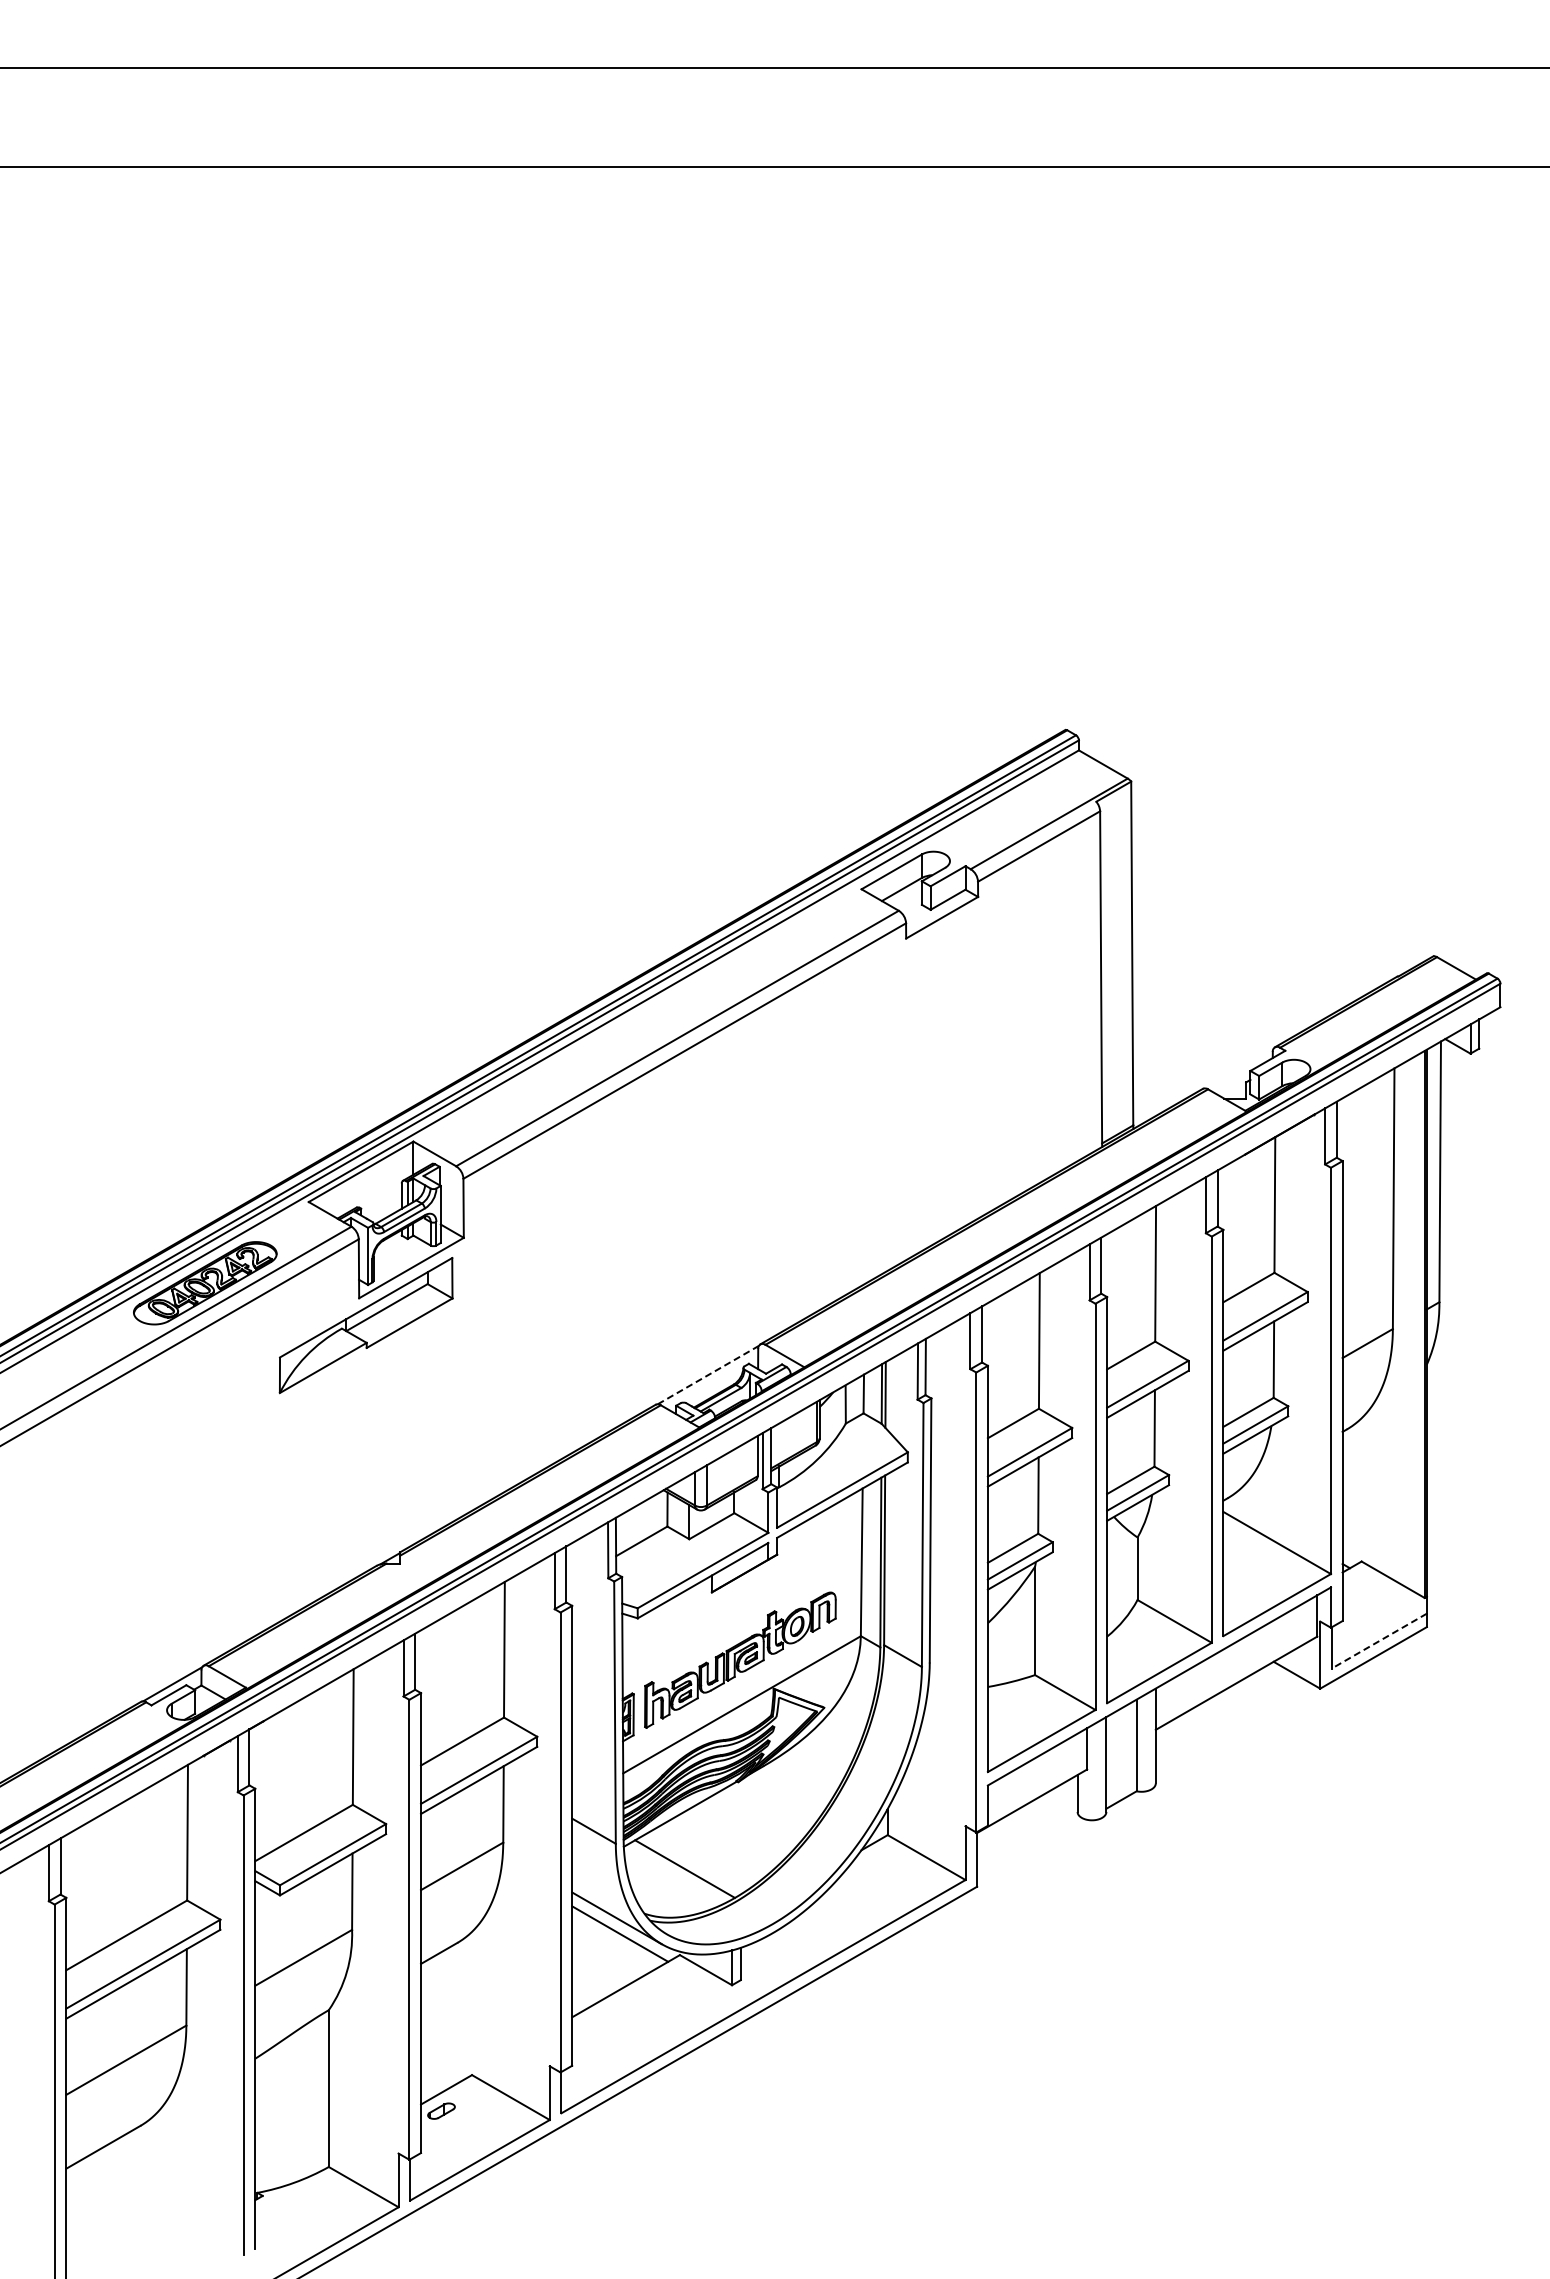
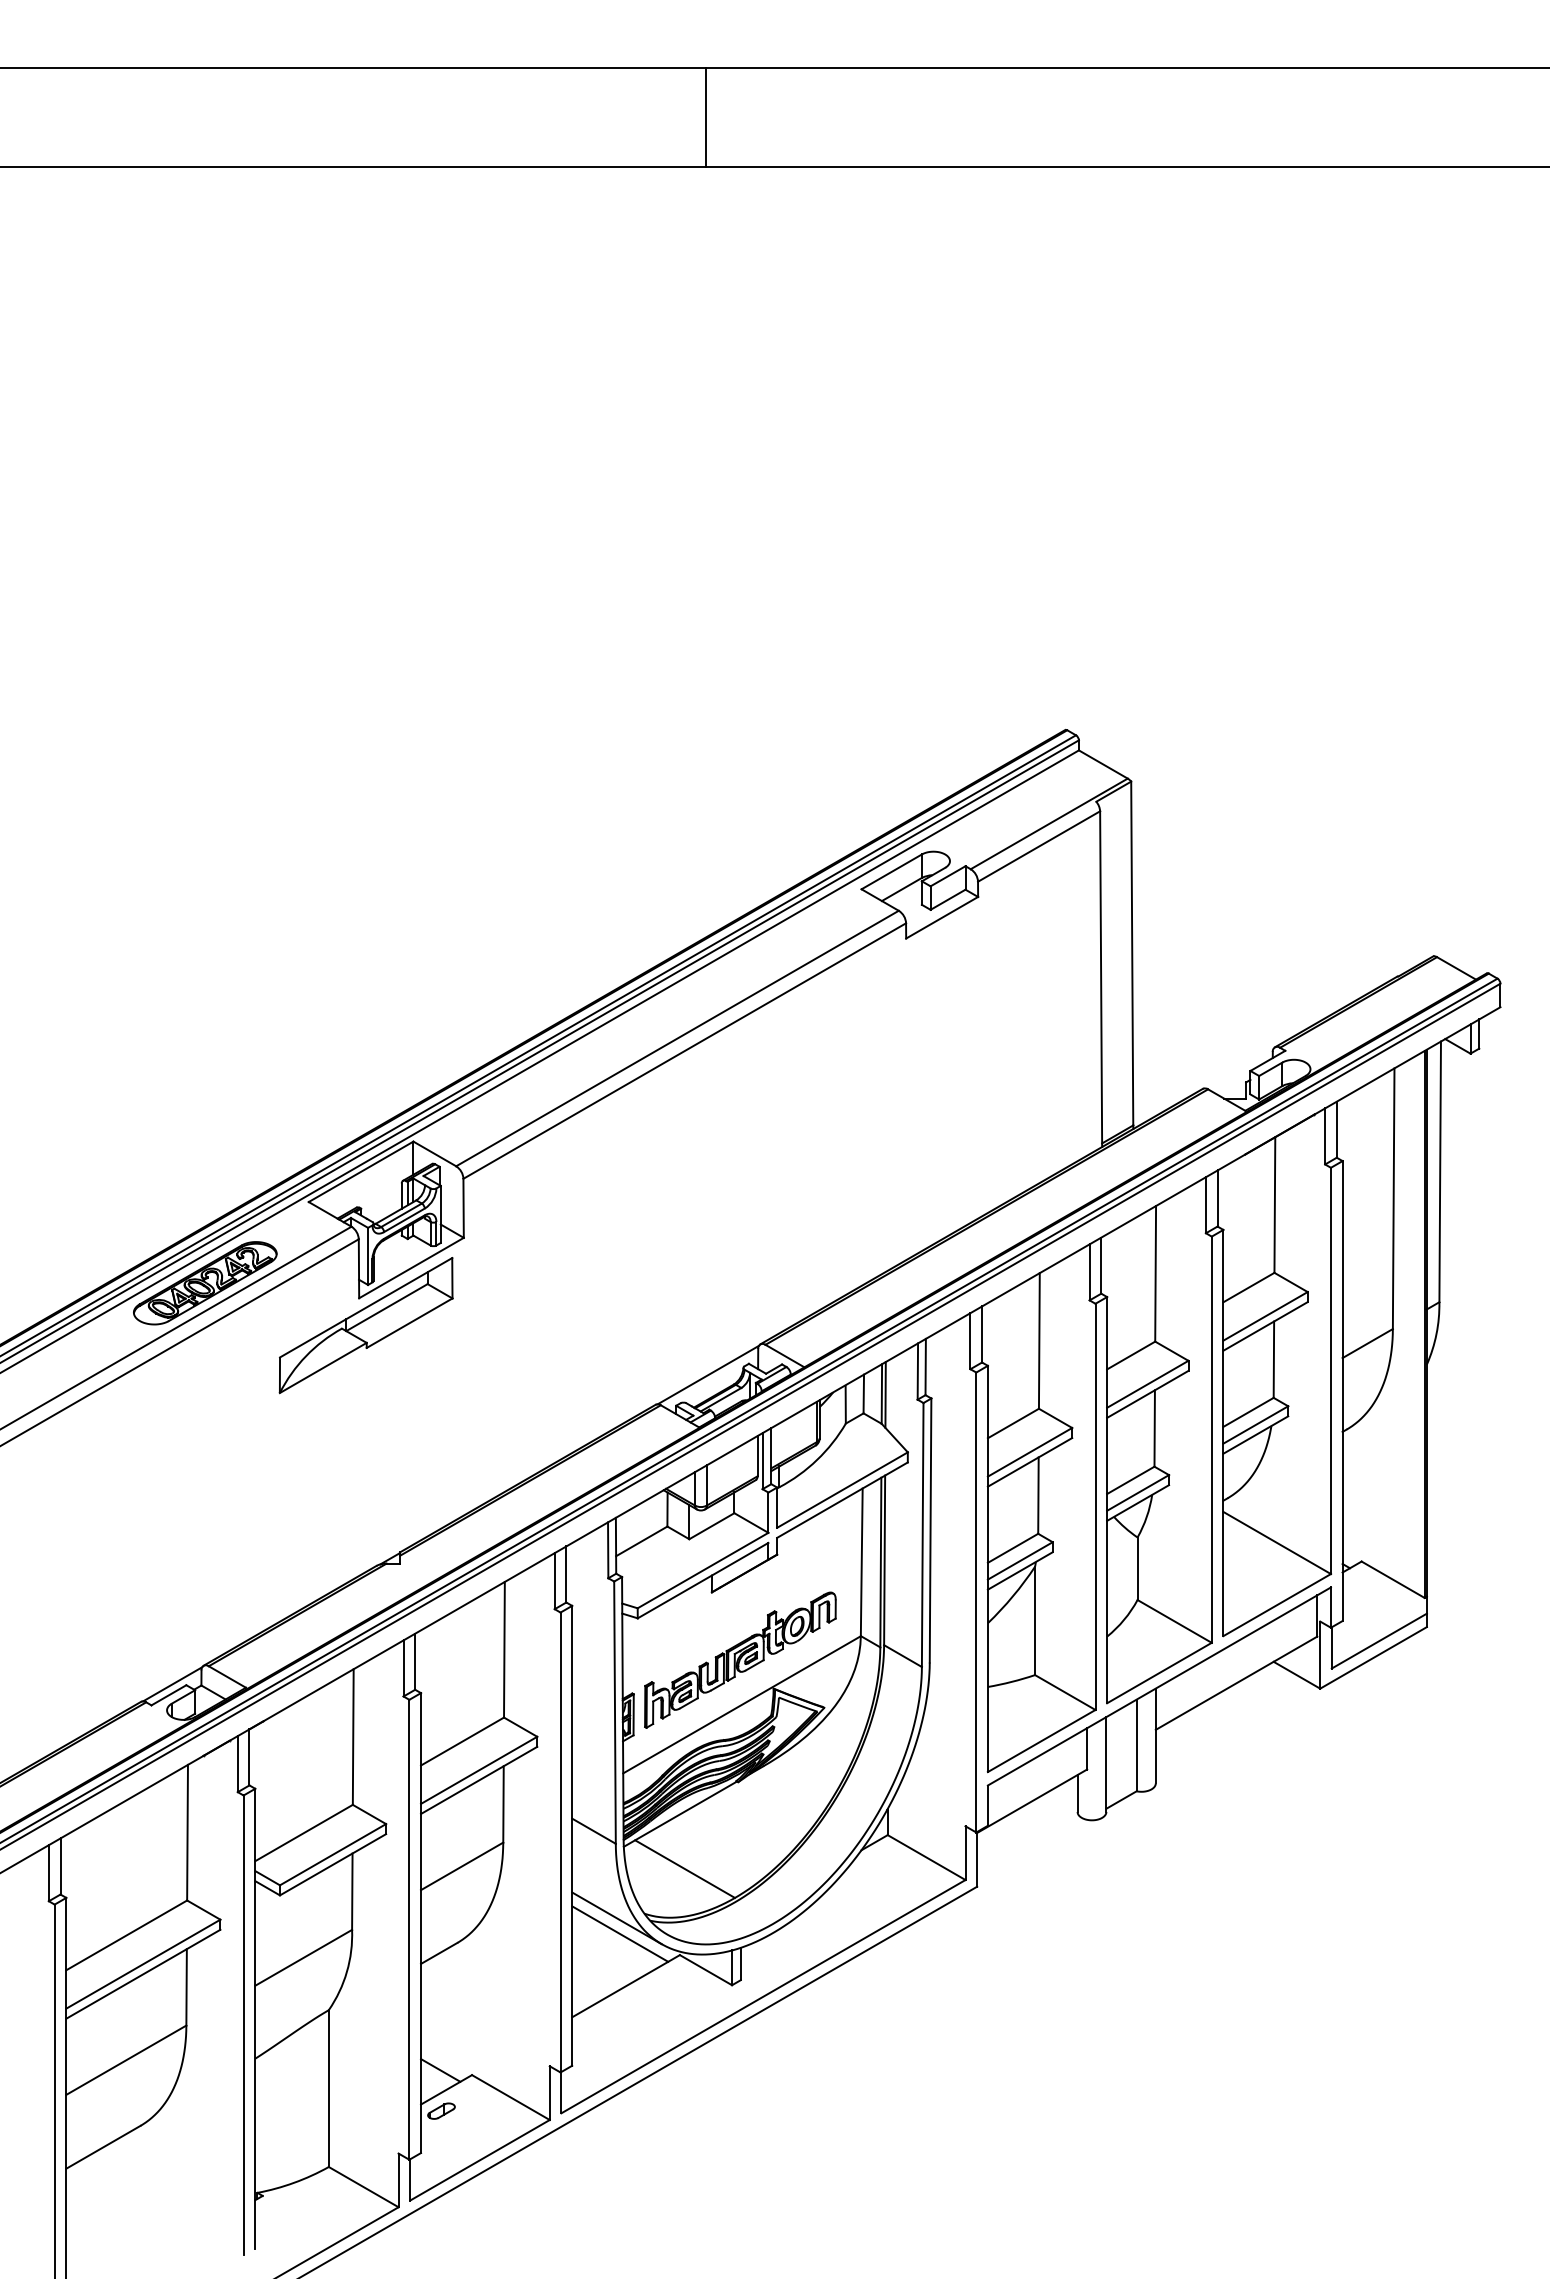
line at (706, 117): none -> present
line at (708, 1374): dashed -> solid
line at (1379, 1641): dashed -> solid
line at (440, 2070): none -> present
